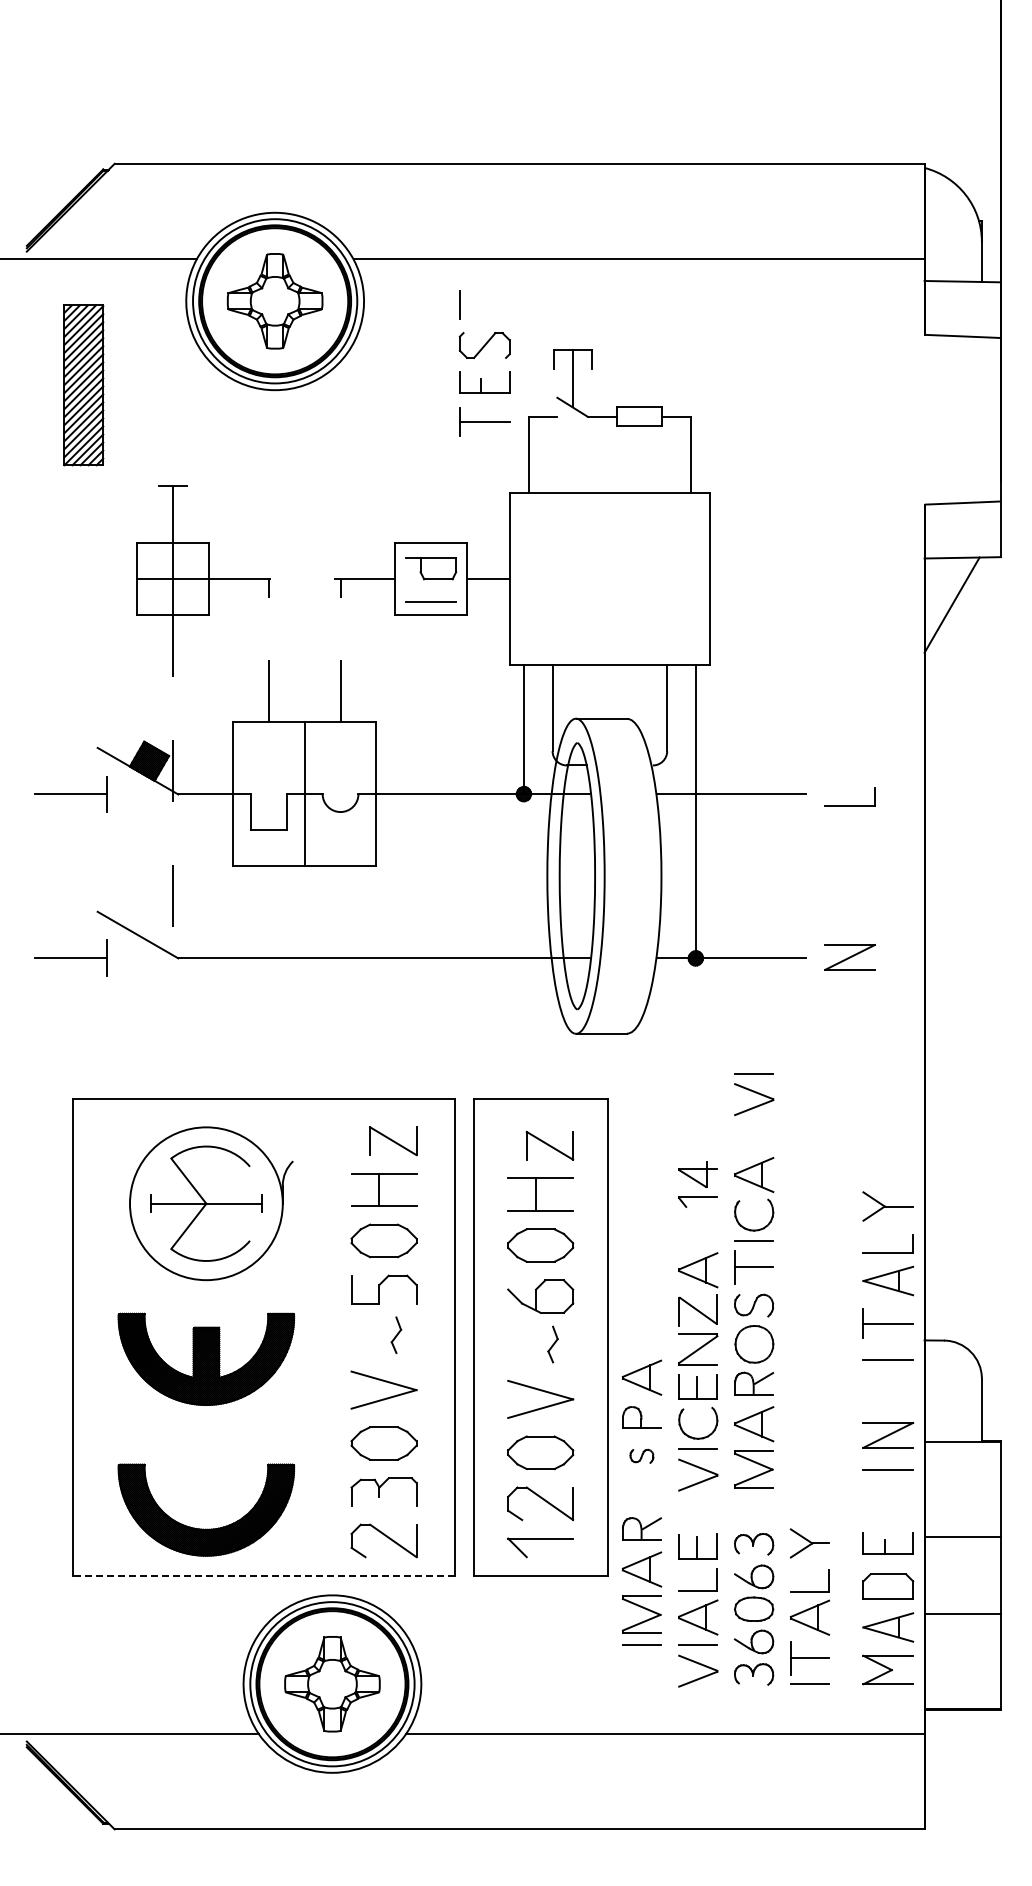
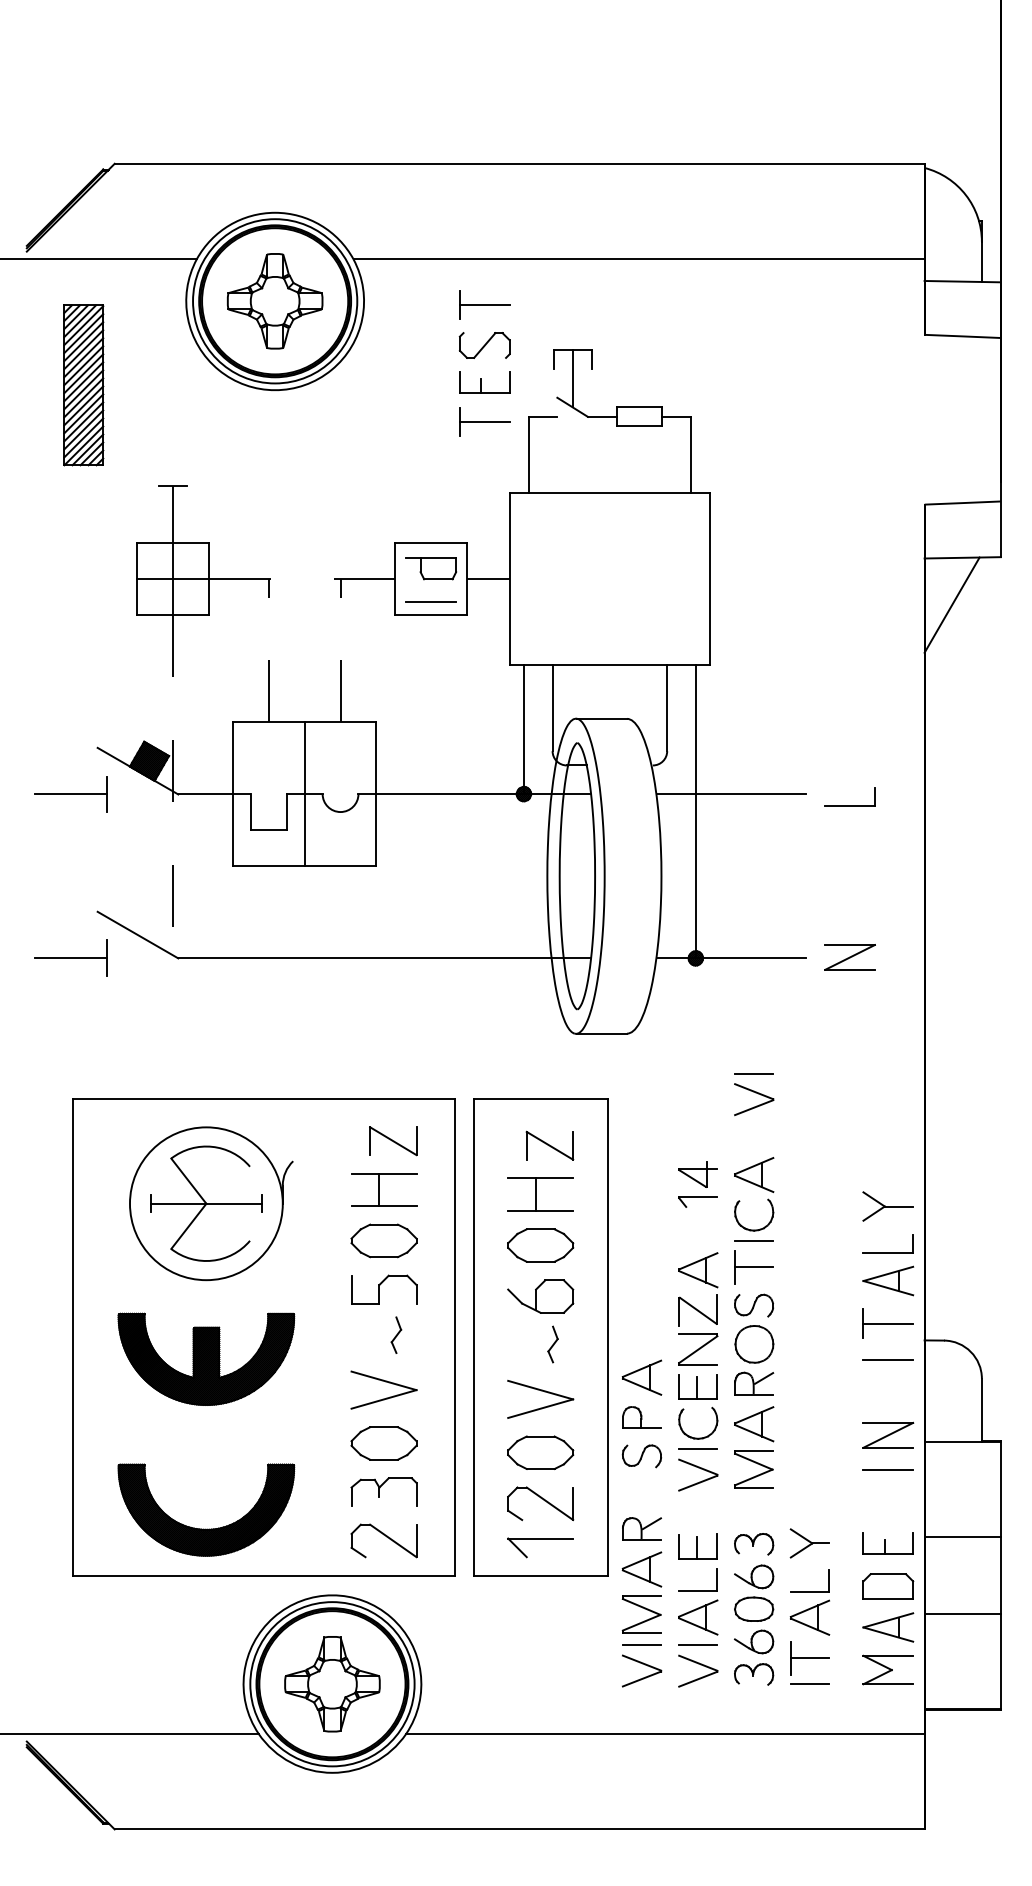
line at (484, 304): none -> present
part at (641, 1455) size: 26x16 px -> 42x25 px
line at (263, 1576): dashed -> solid
part at (642, 1670): none -> present
